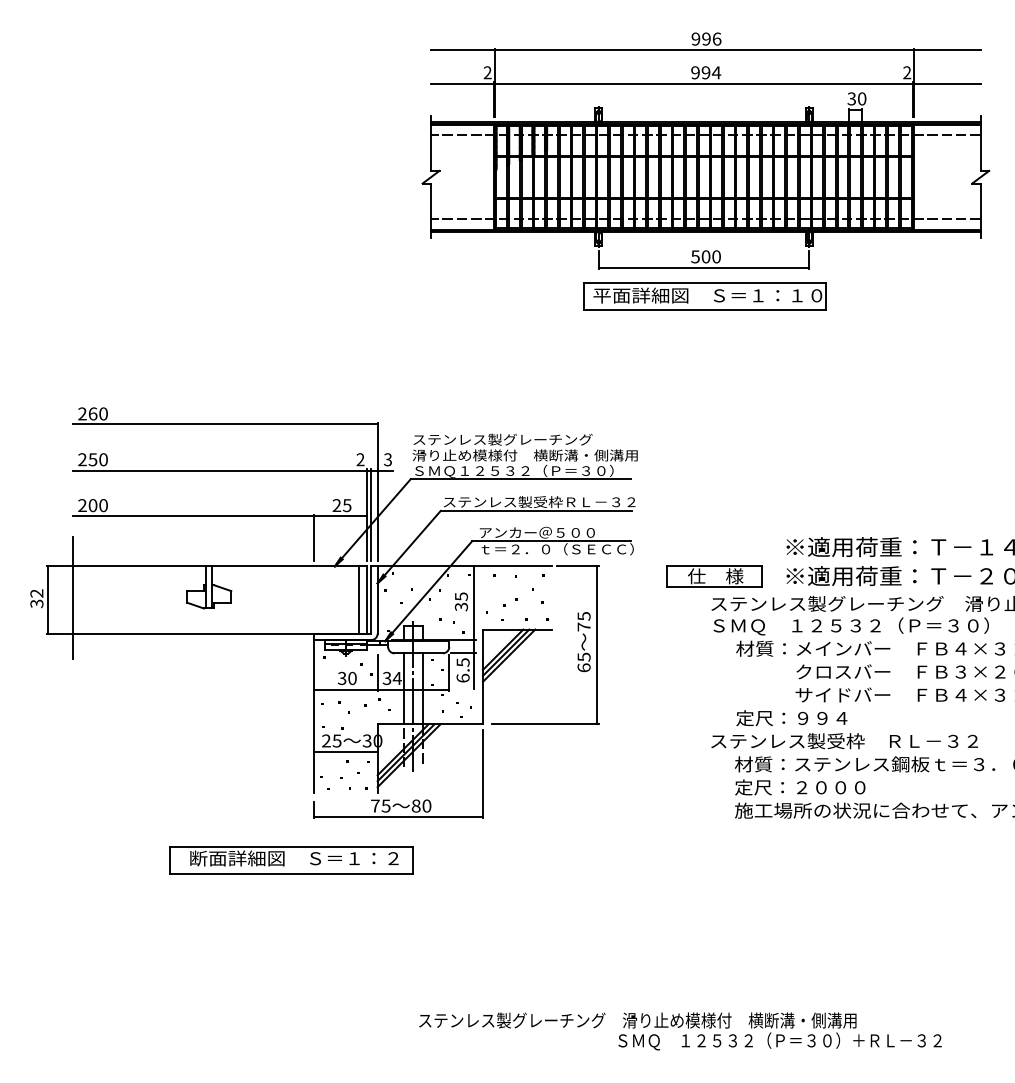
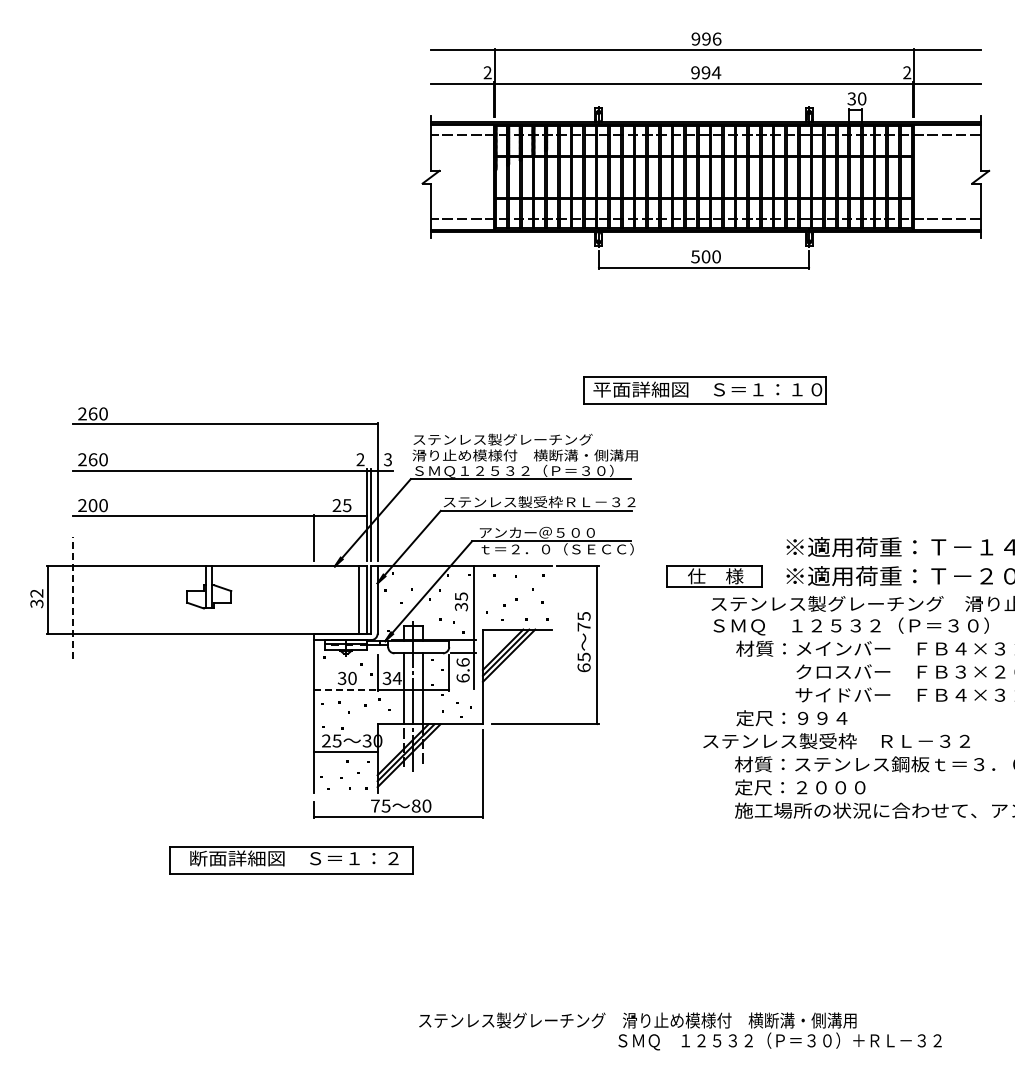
part at (704, 296) position: (704, 296) -> (704, 390)
text at (92, 459): 250 -> 260
line at (73, 597): solid -> dashed
text at (462, 662): 6.5 -> 6.6
line at (346, 689): solid -> dashed
text at (844, 741) position: (844, 741) -> (836, 741)
